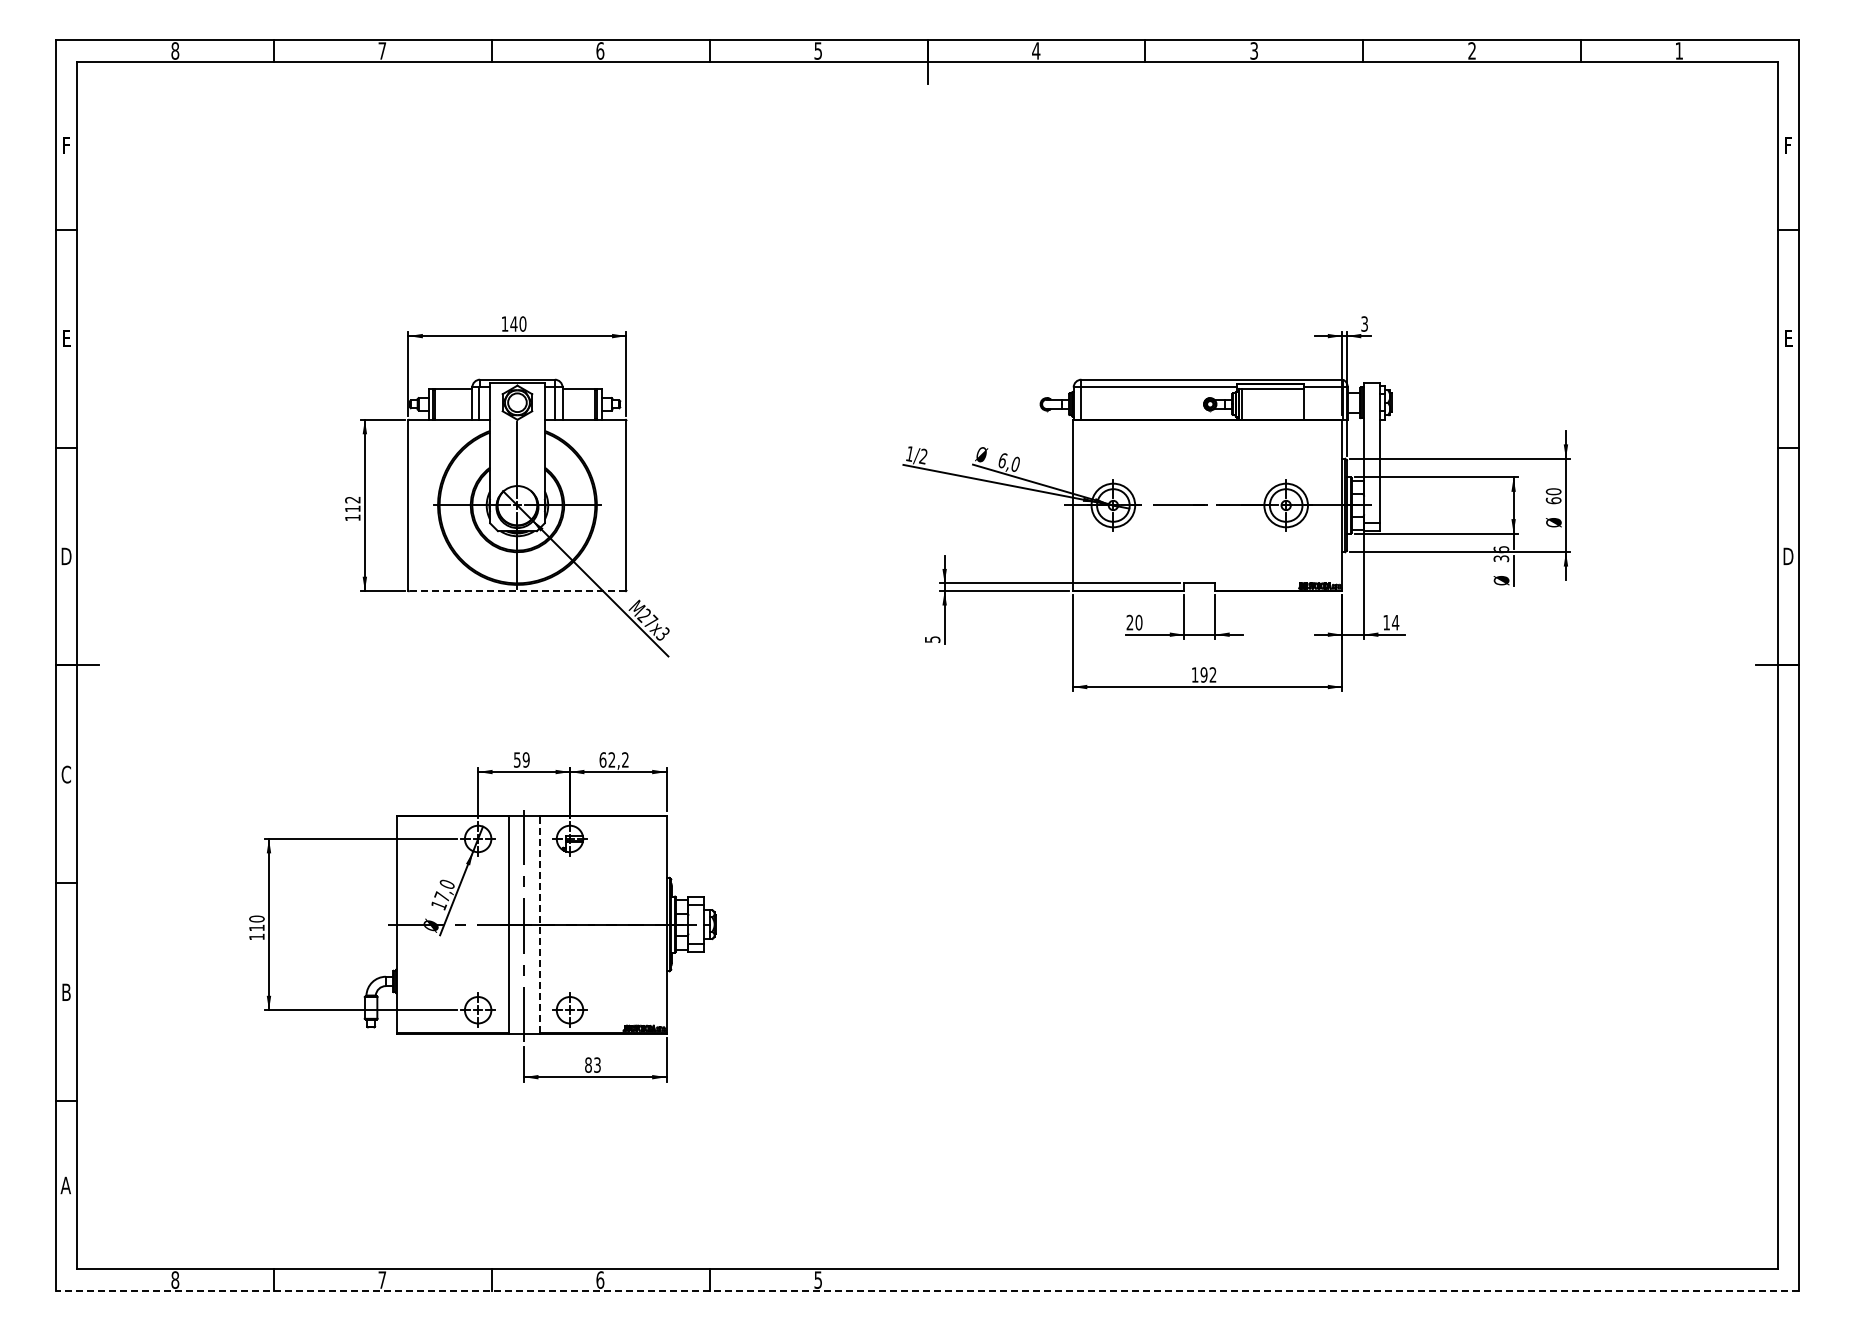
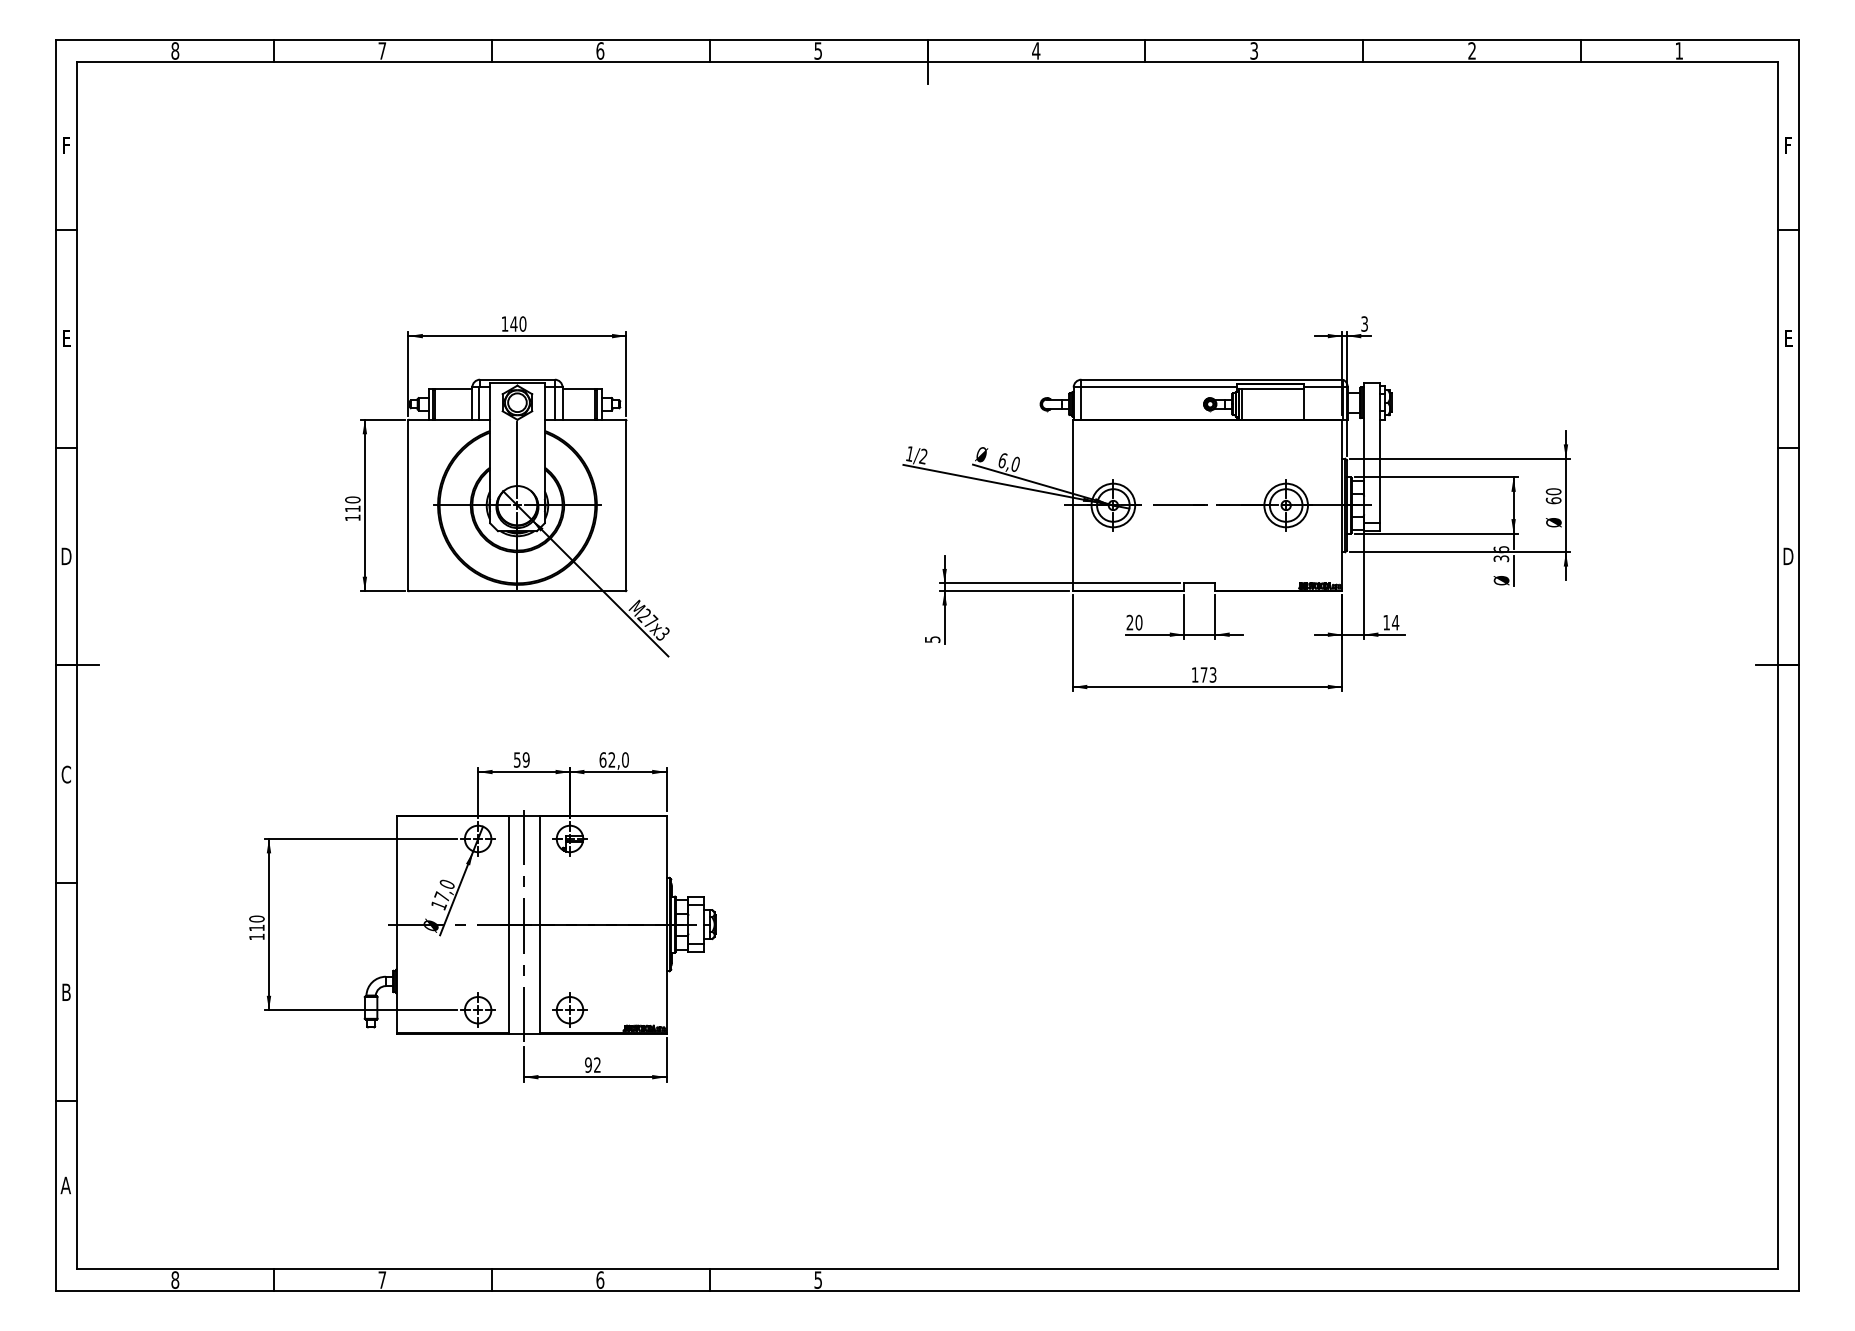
text at (352, 499): 112 -> 110
line at (517, 591): dashed -> solid
text at (1208, 674): 192 -> 173
text at (625, 759): 62,2 -> 62,0
line at (539, 924): dashed -> solid
text at (592, 1064): 83 -> 92
line at (927, 1291): dashed -> solid
